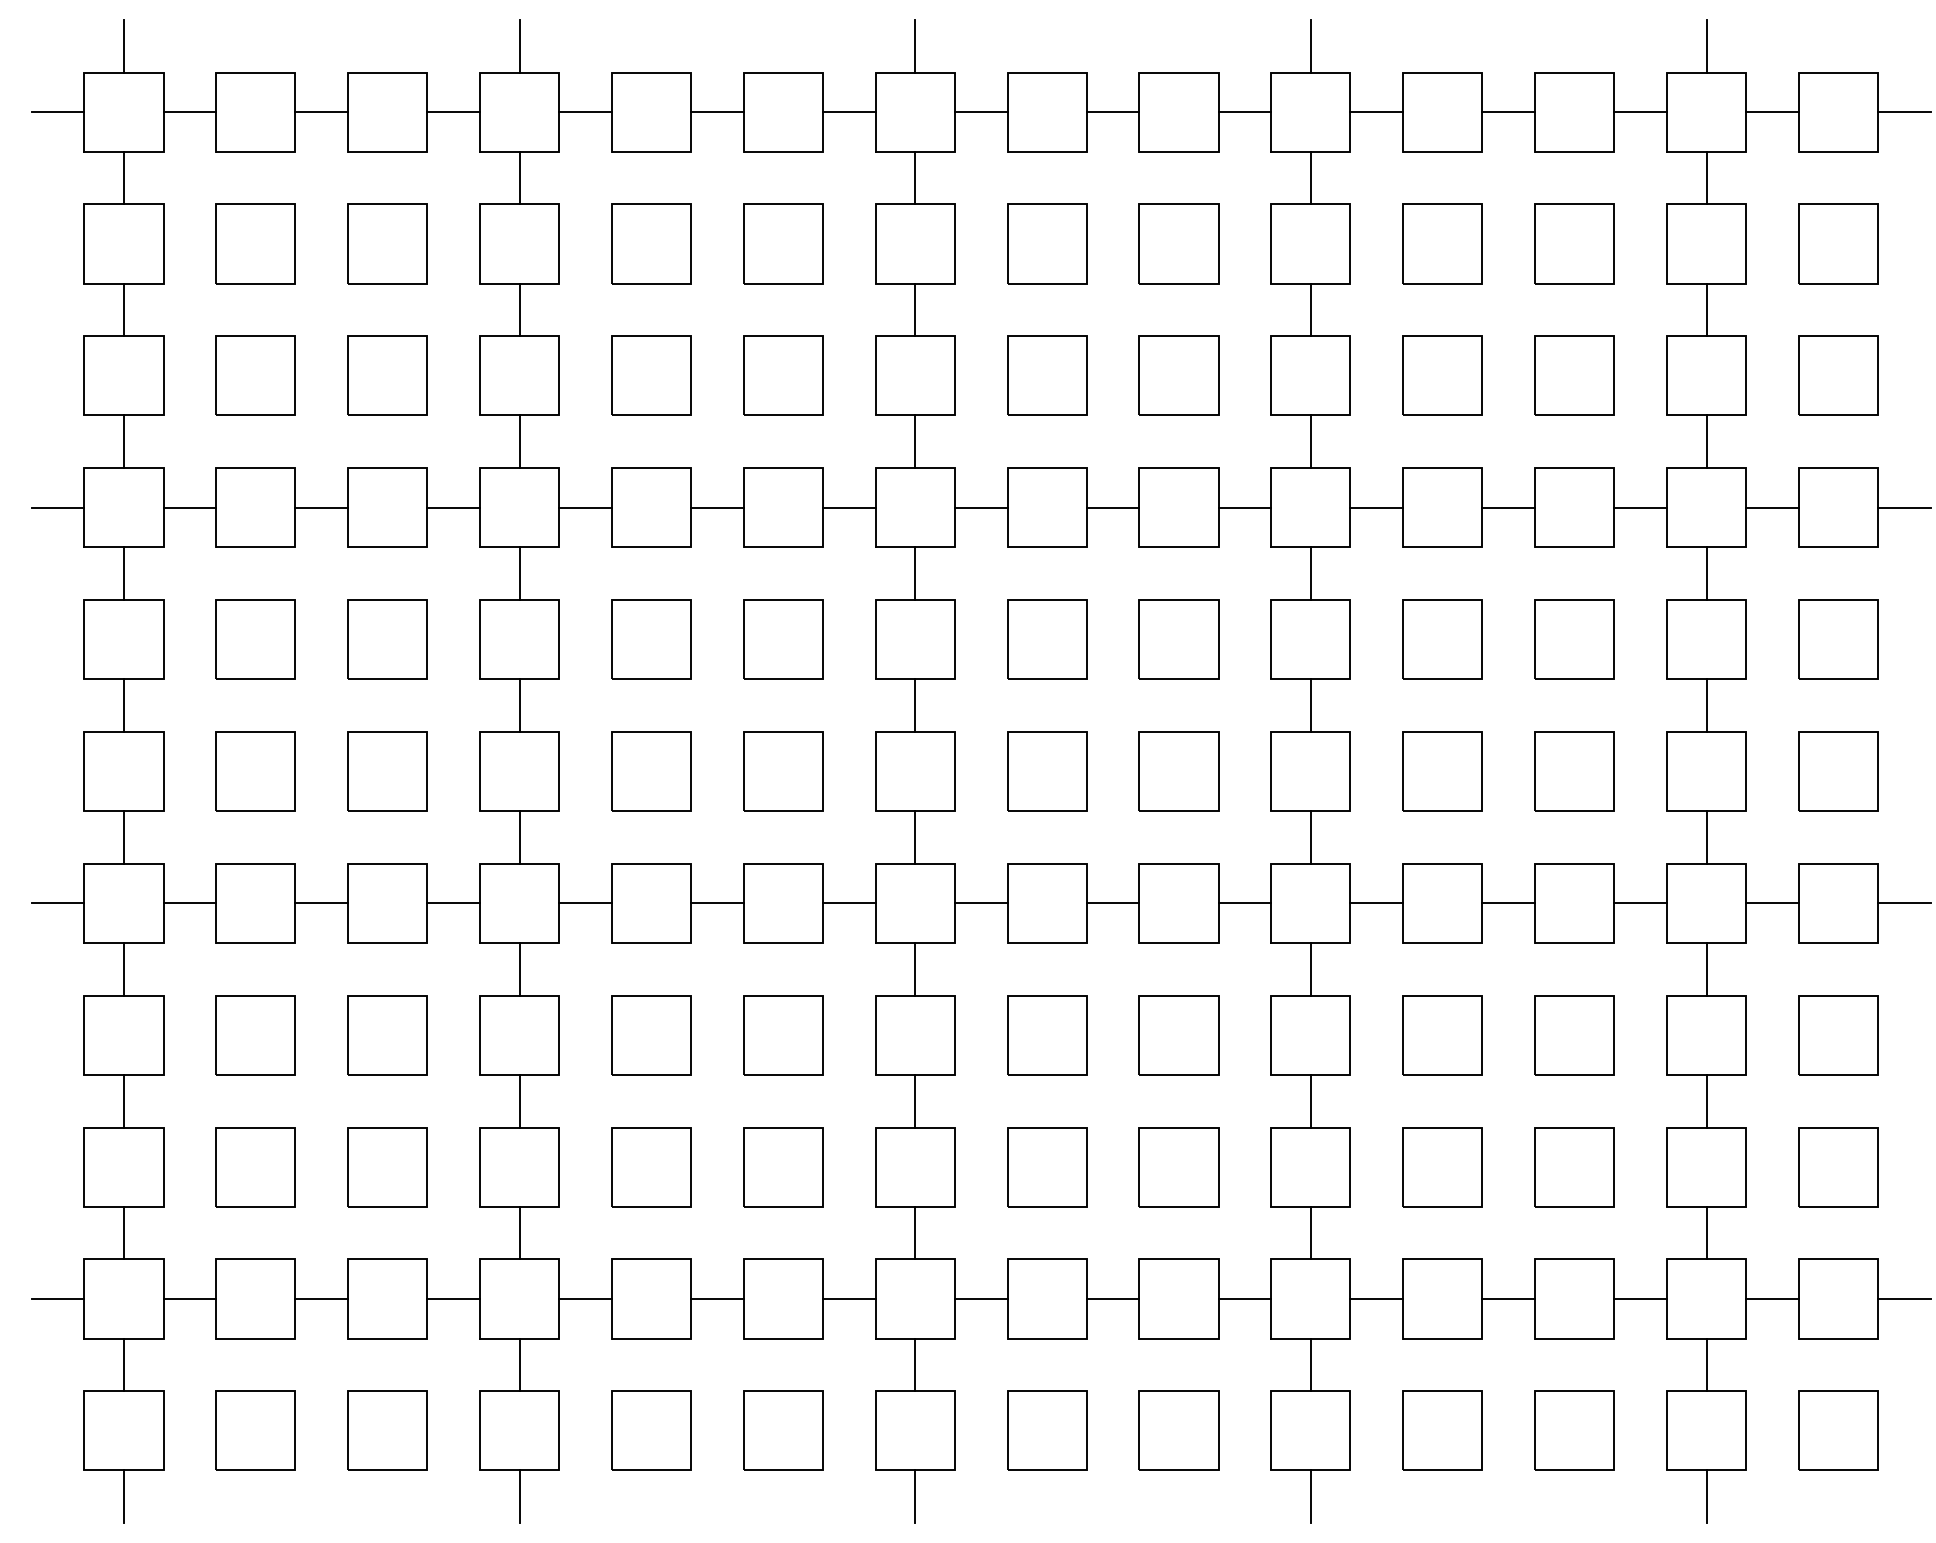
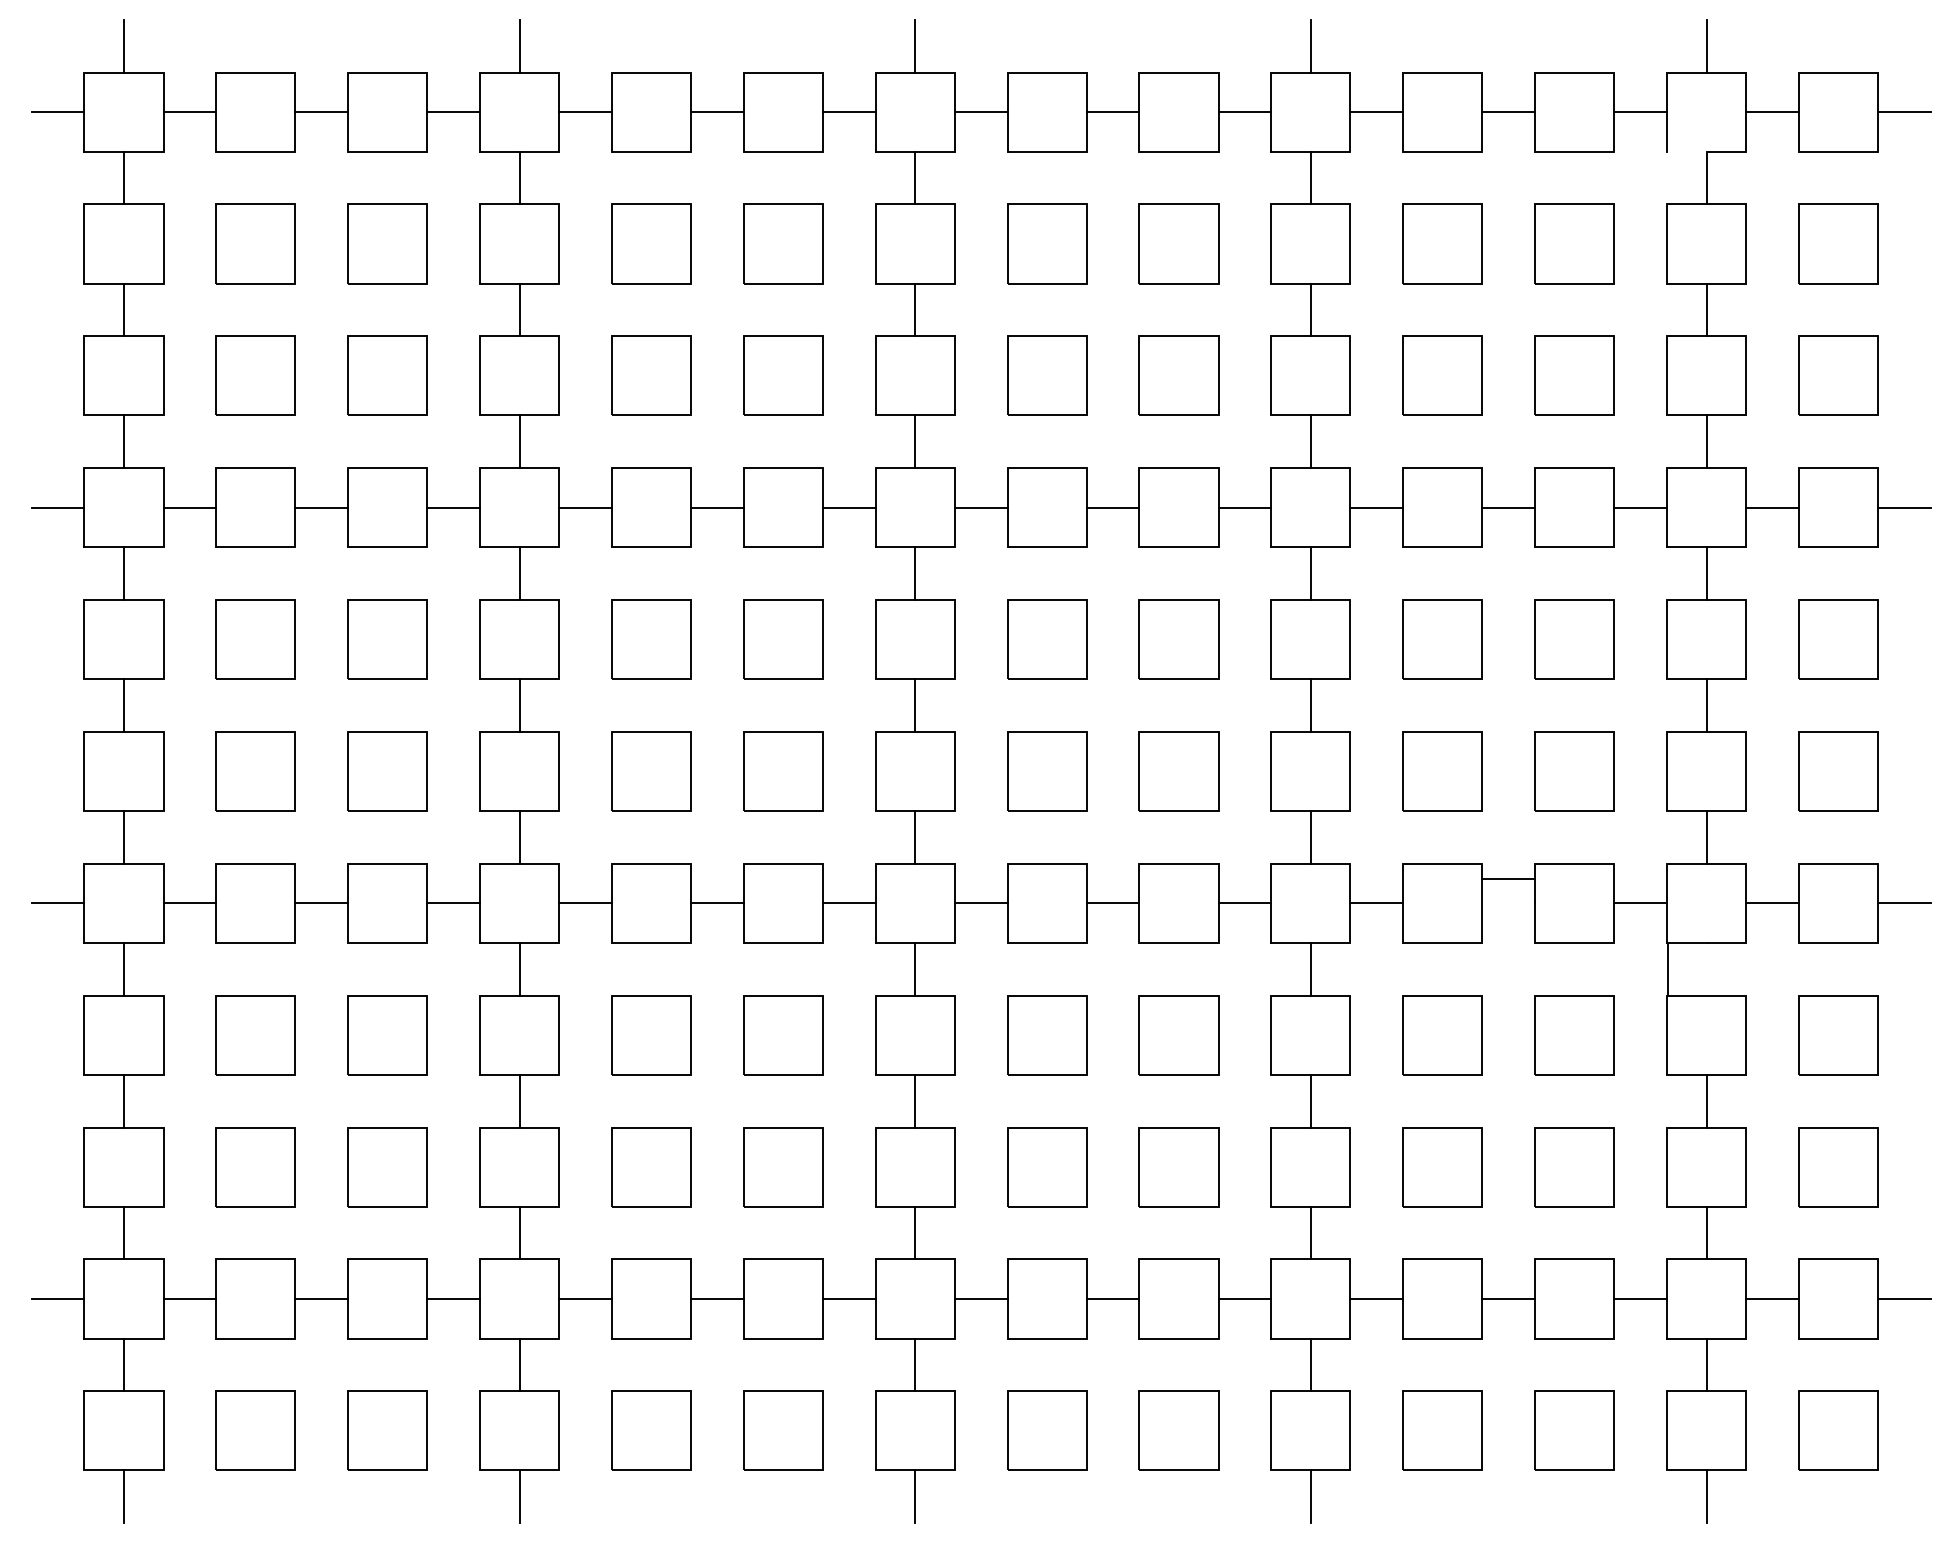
line at (1686, 151): present -> none
line at (1508, 903) position: (1508, 903) -> (1508, 879)
line at (1706, 968) position: (1706, 968) -> (1667, 968)
